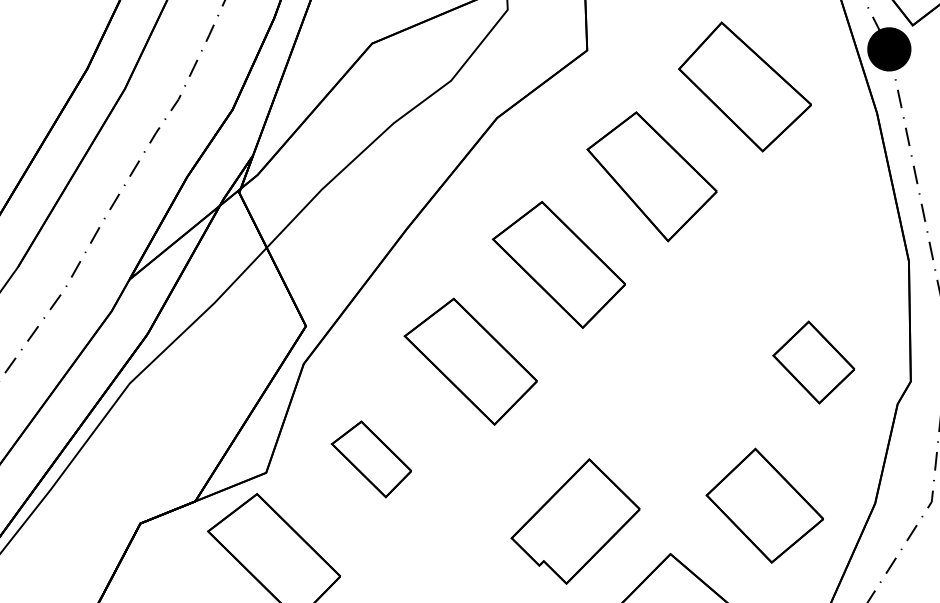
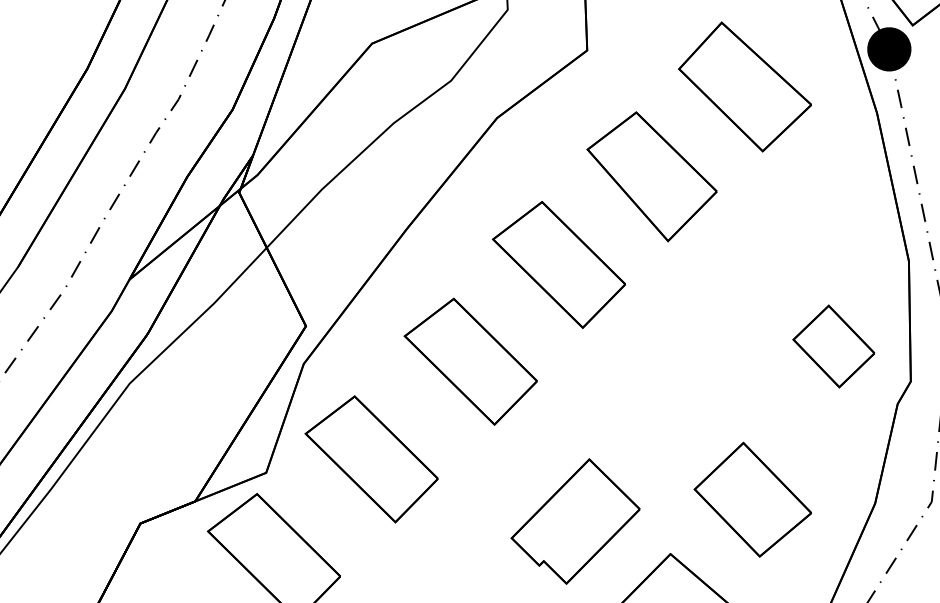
part at (813, 362) position: (813, 362) -> (833, 346)
part at (370, 459) size: 82x79 px -> 135x129 px
part at (764, 505) position: (764, 505) -> (752, 499)
